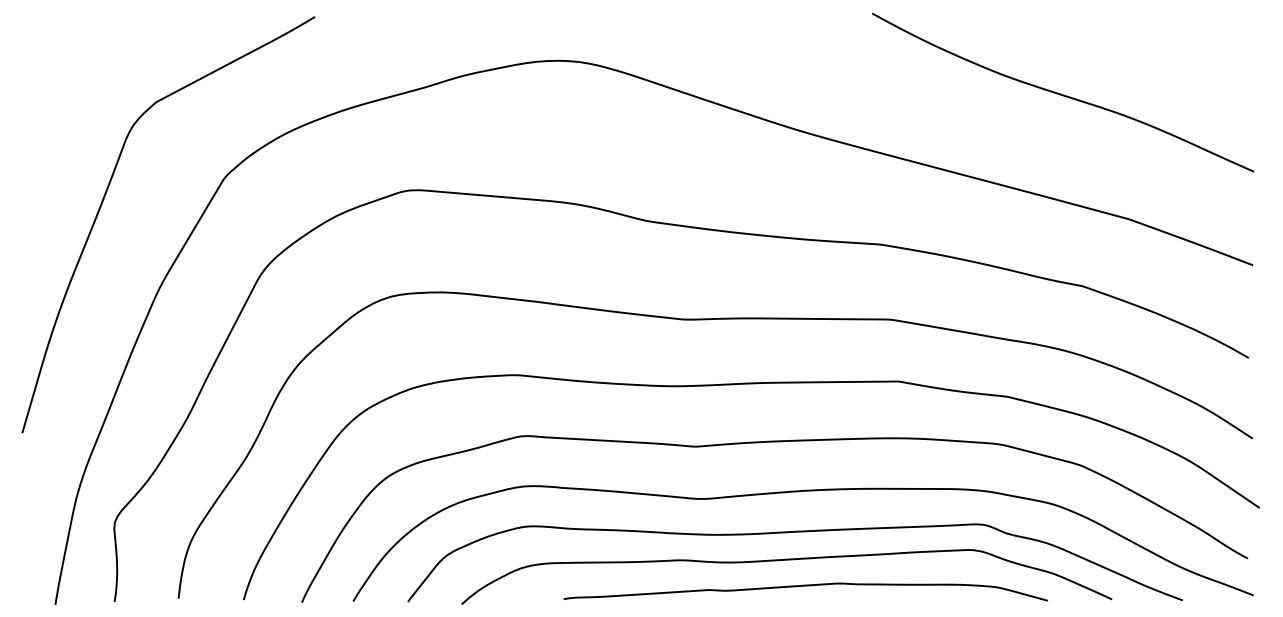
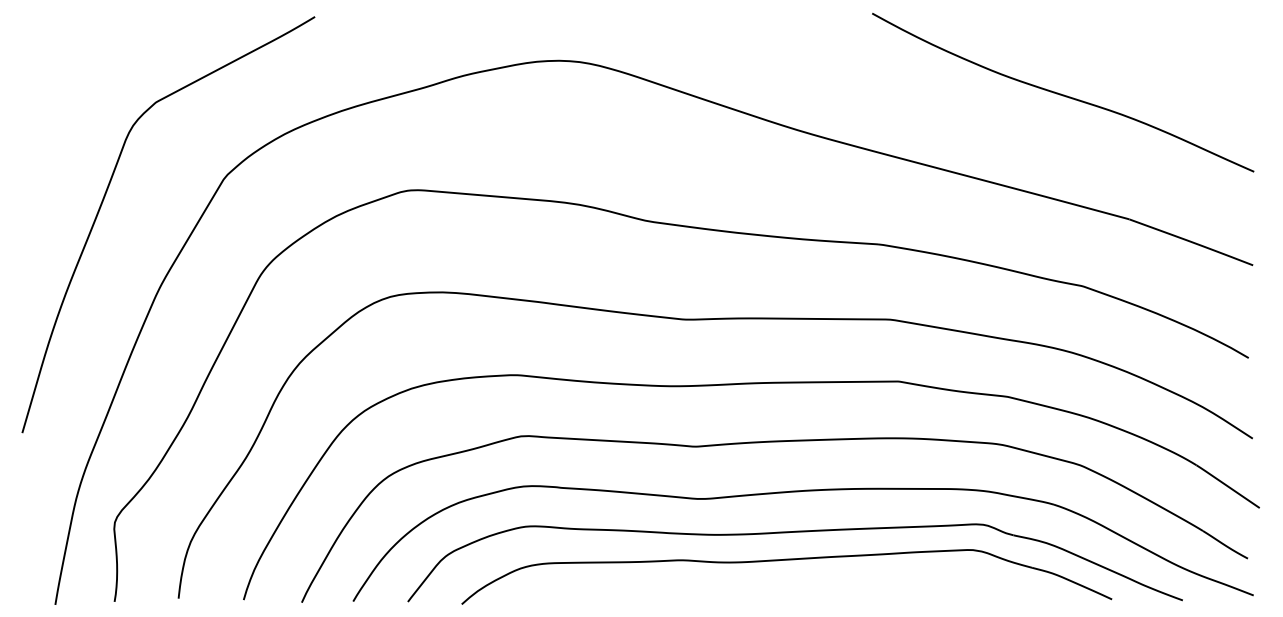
curve at (805, 586): present -> none
